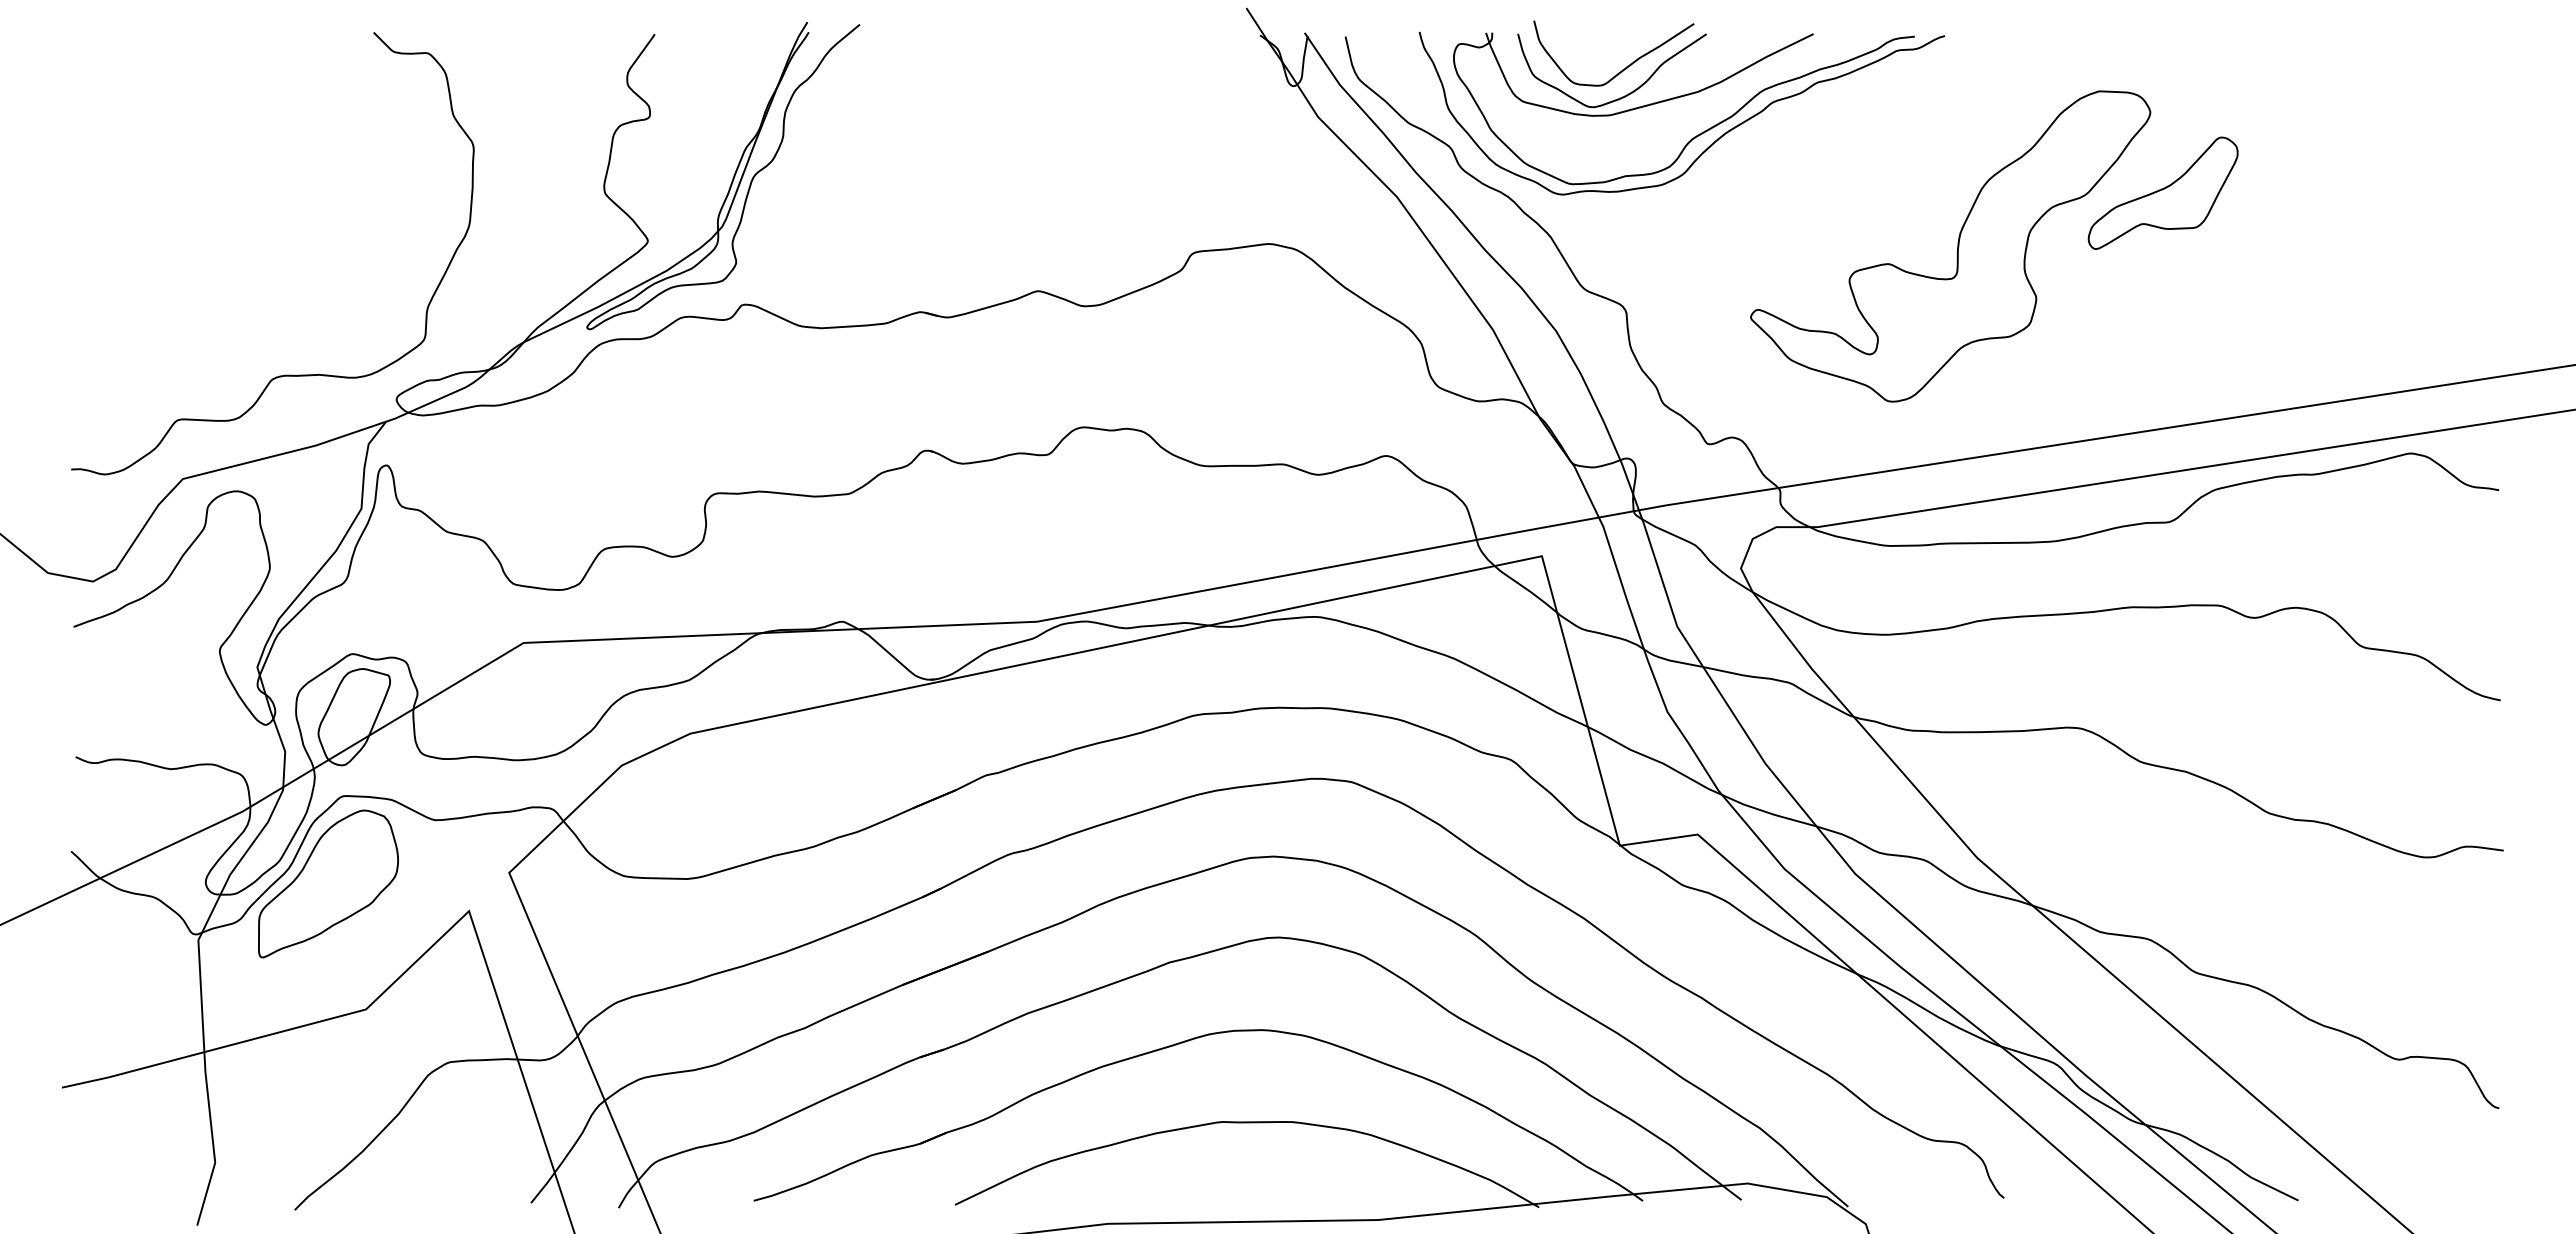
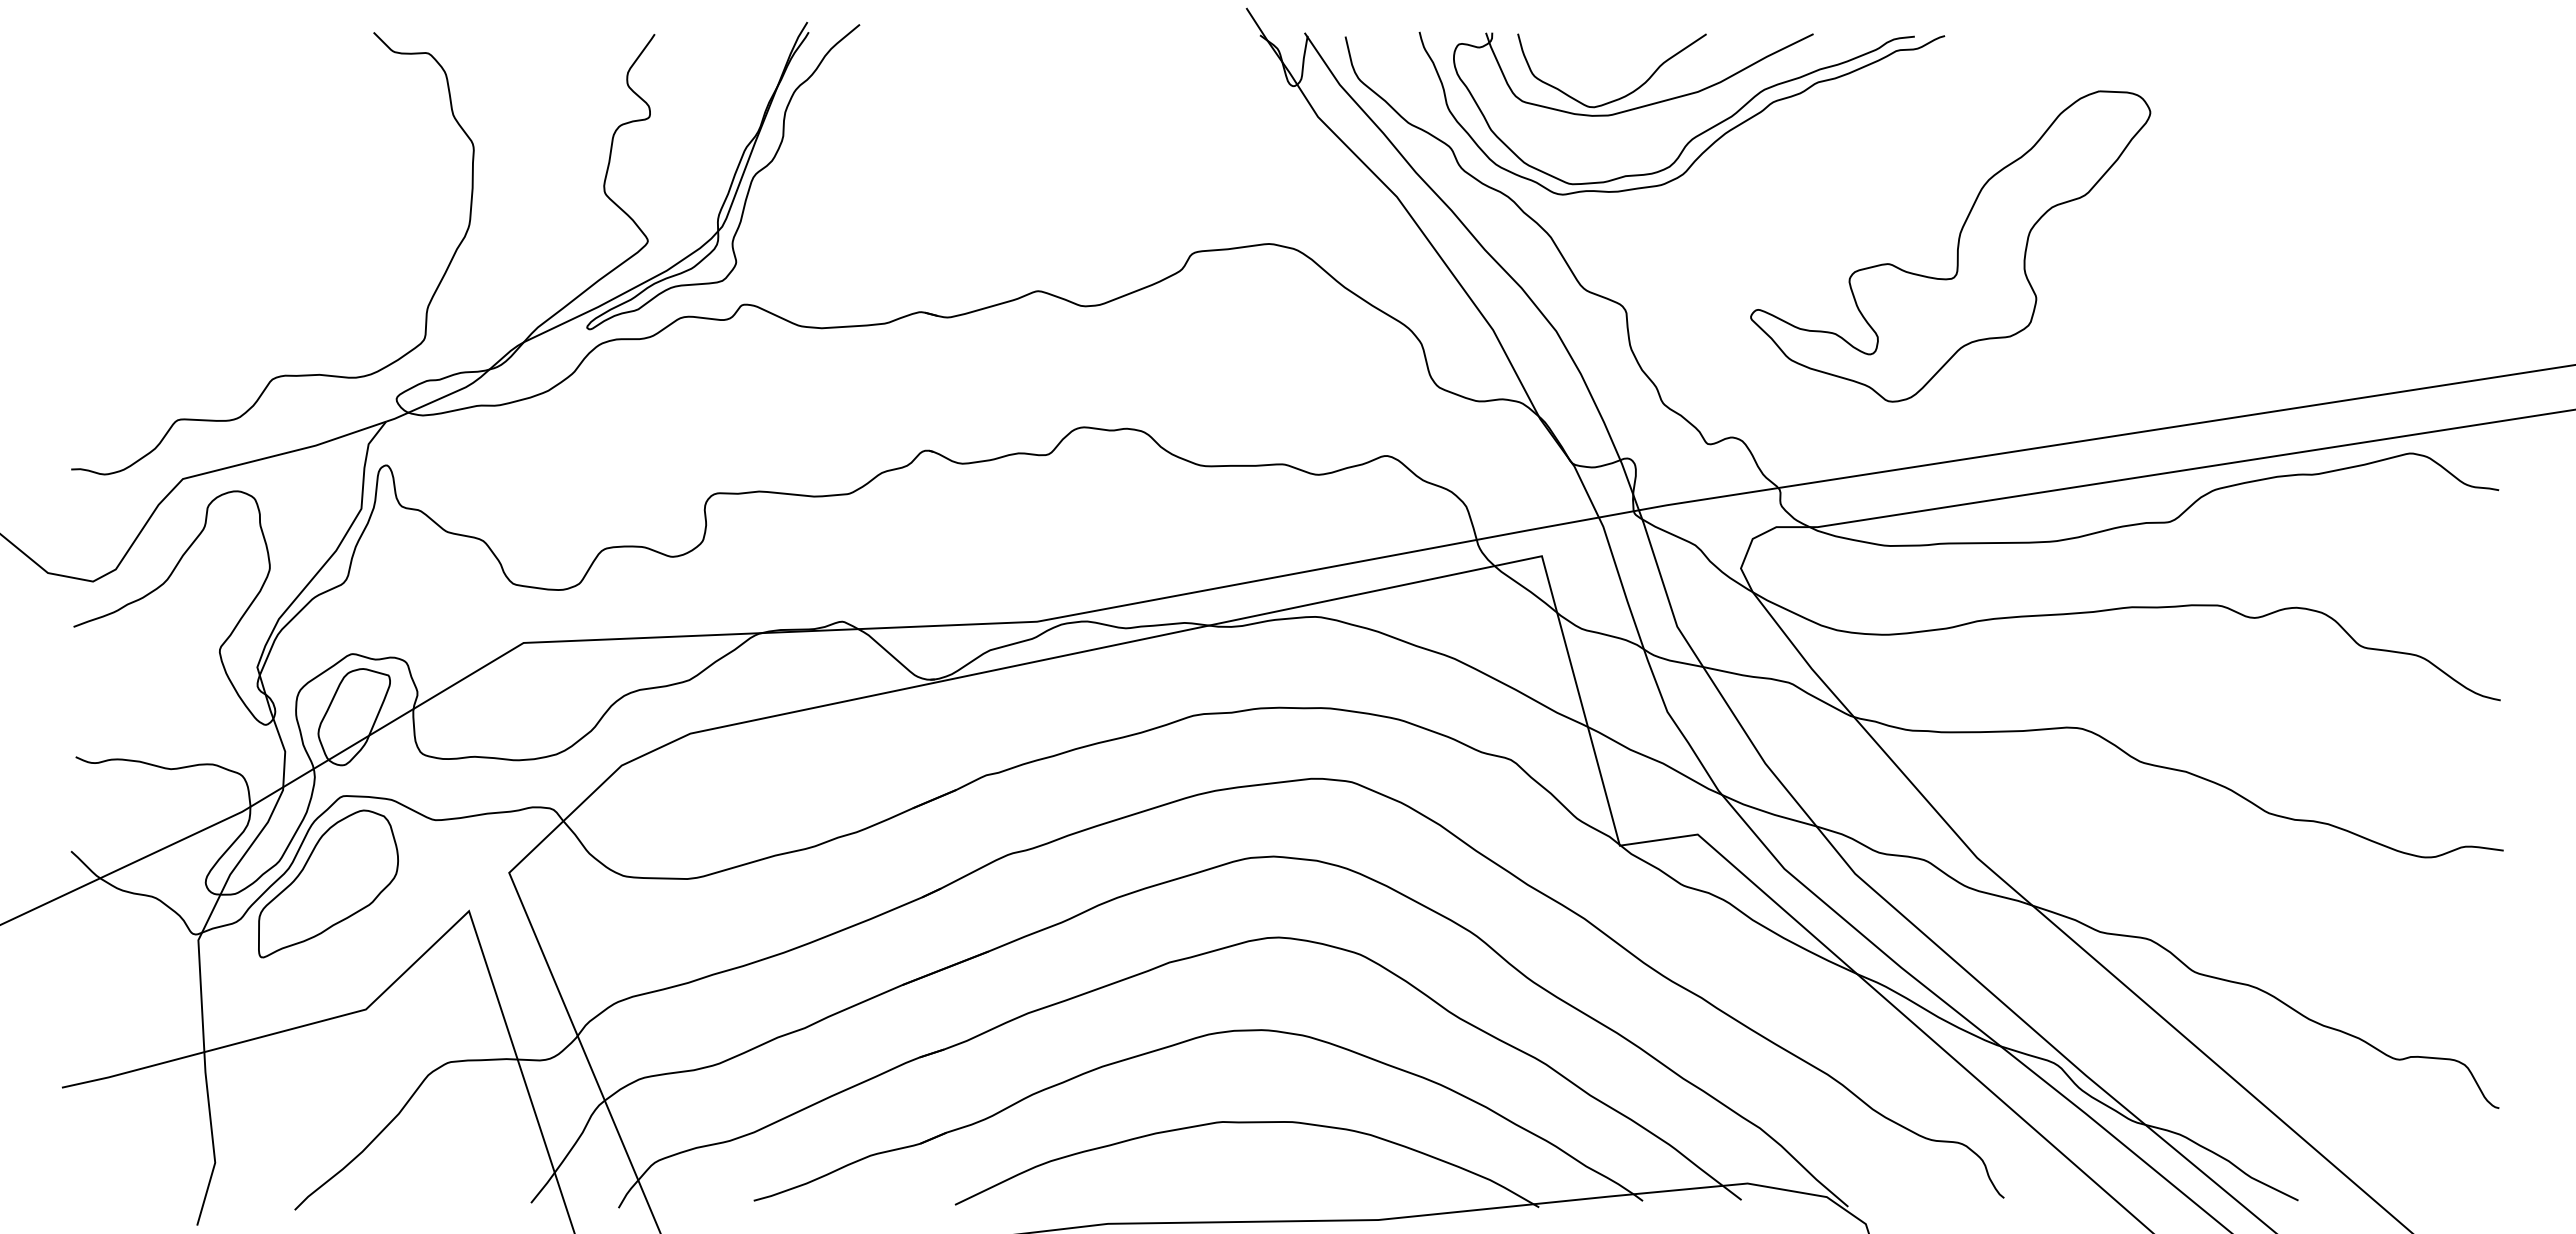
curve at (1622, 69): present -> none
part at (2162, 192): present -> none
